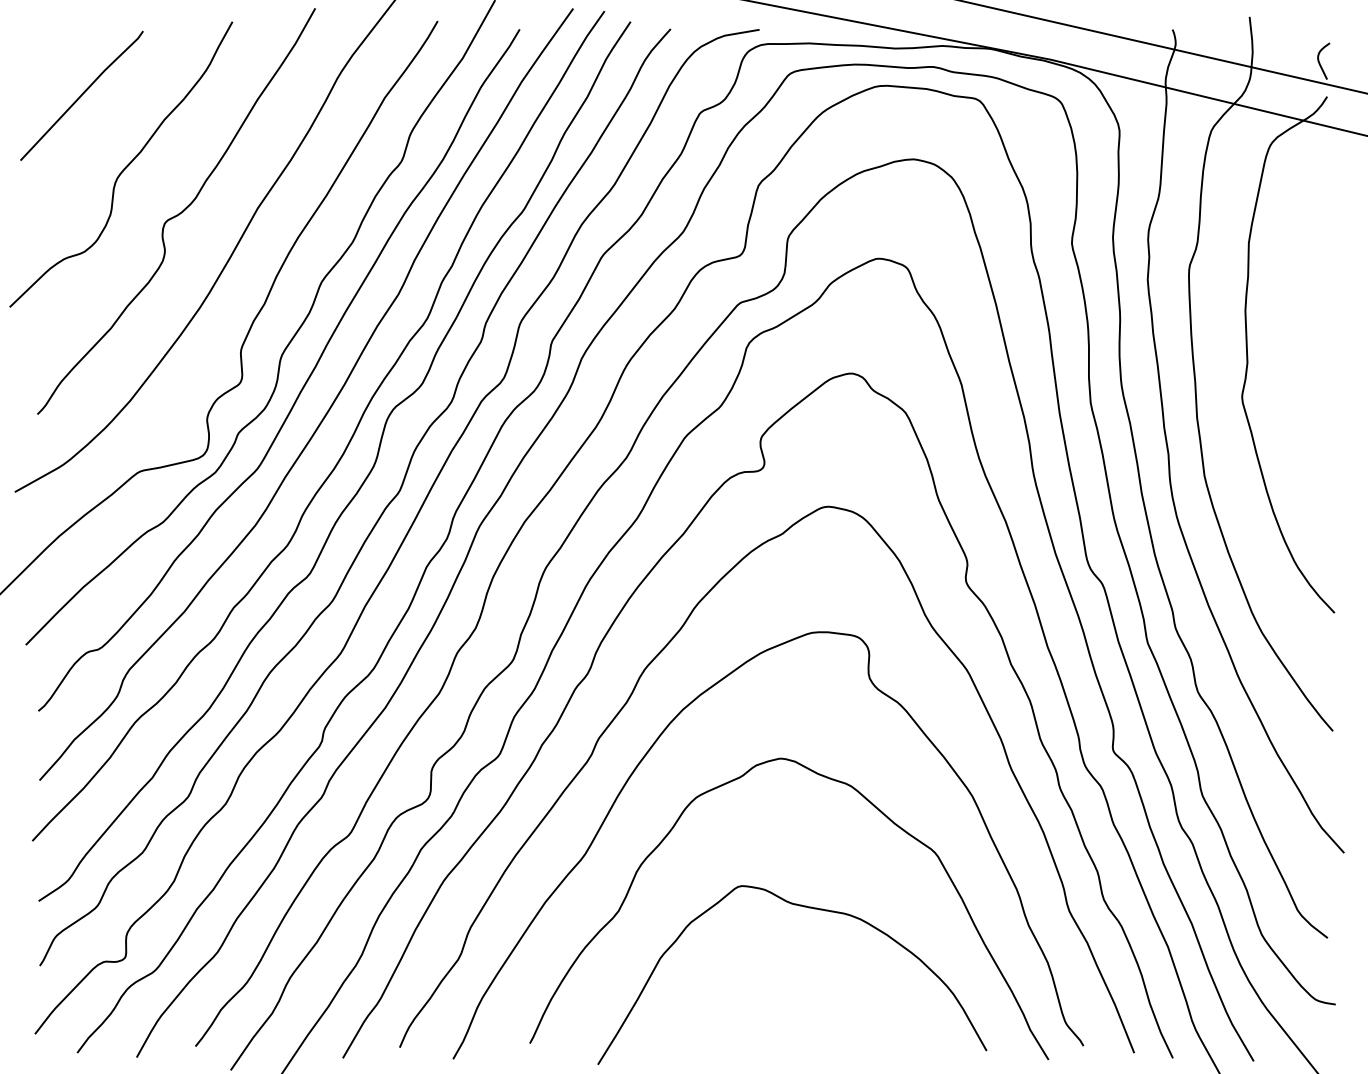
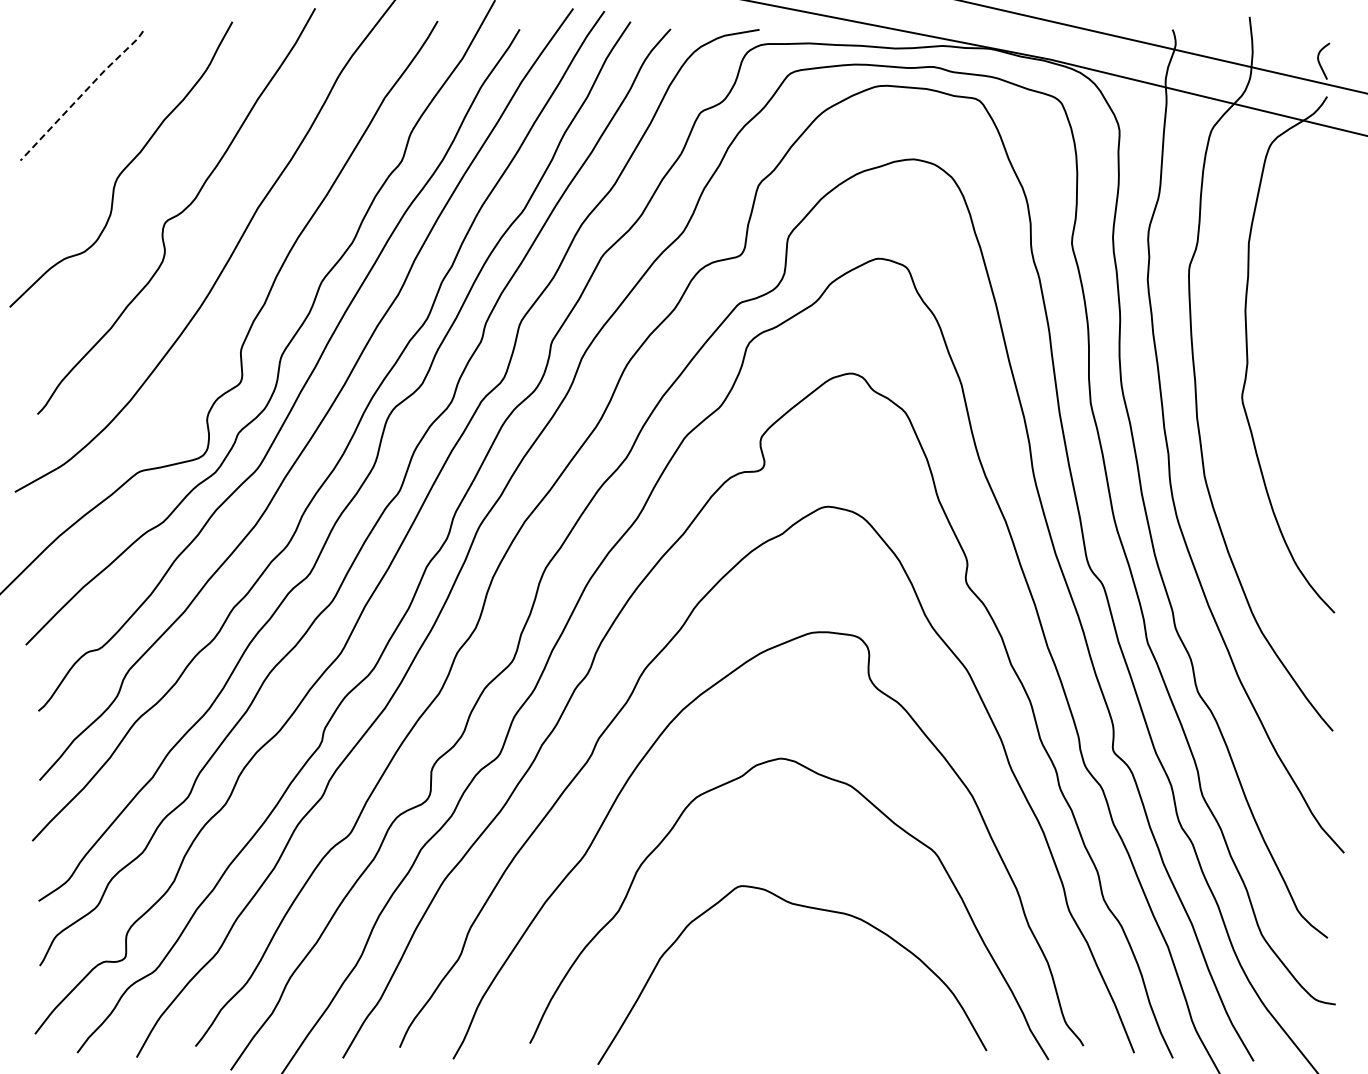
line at (82, 94): solid -> dashed
